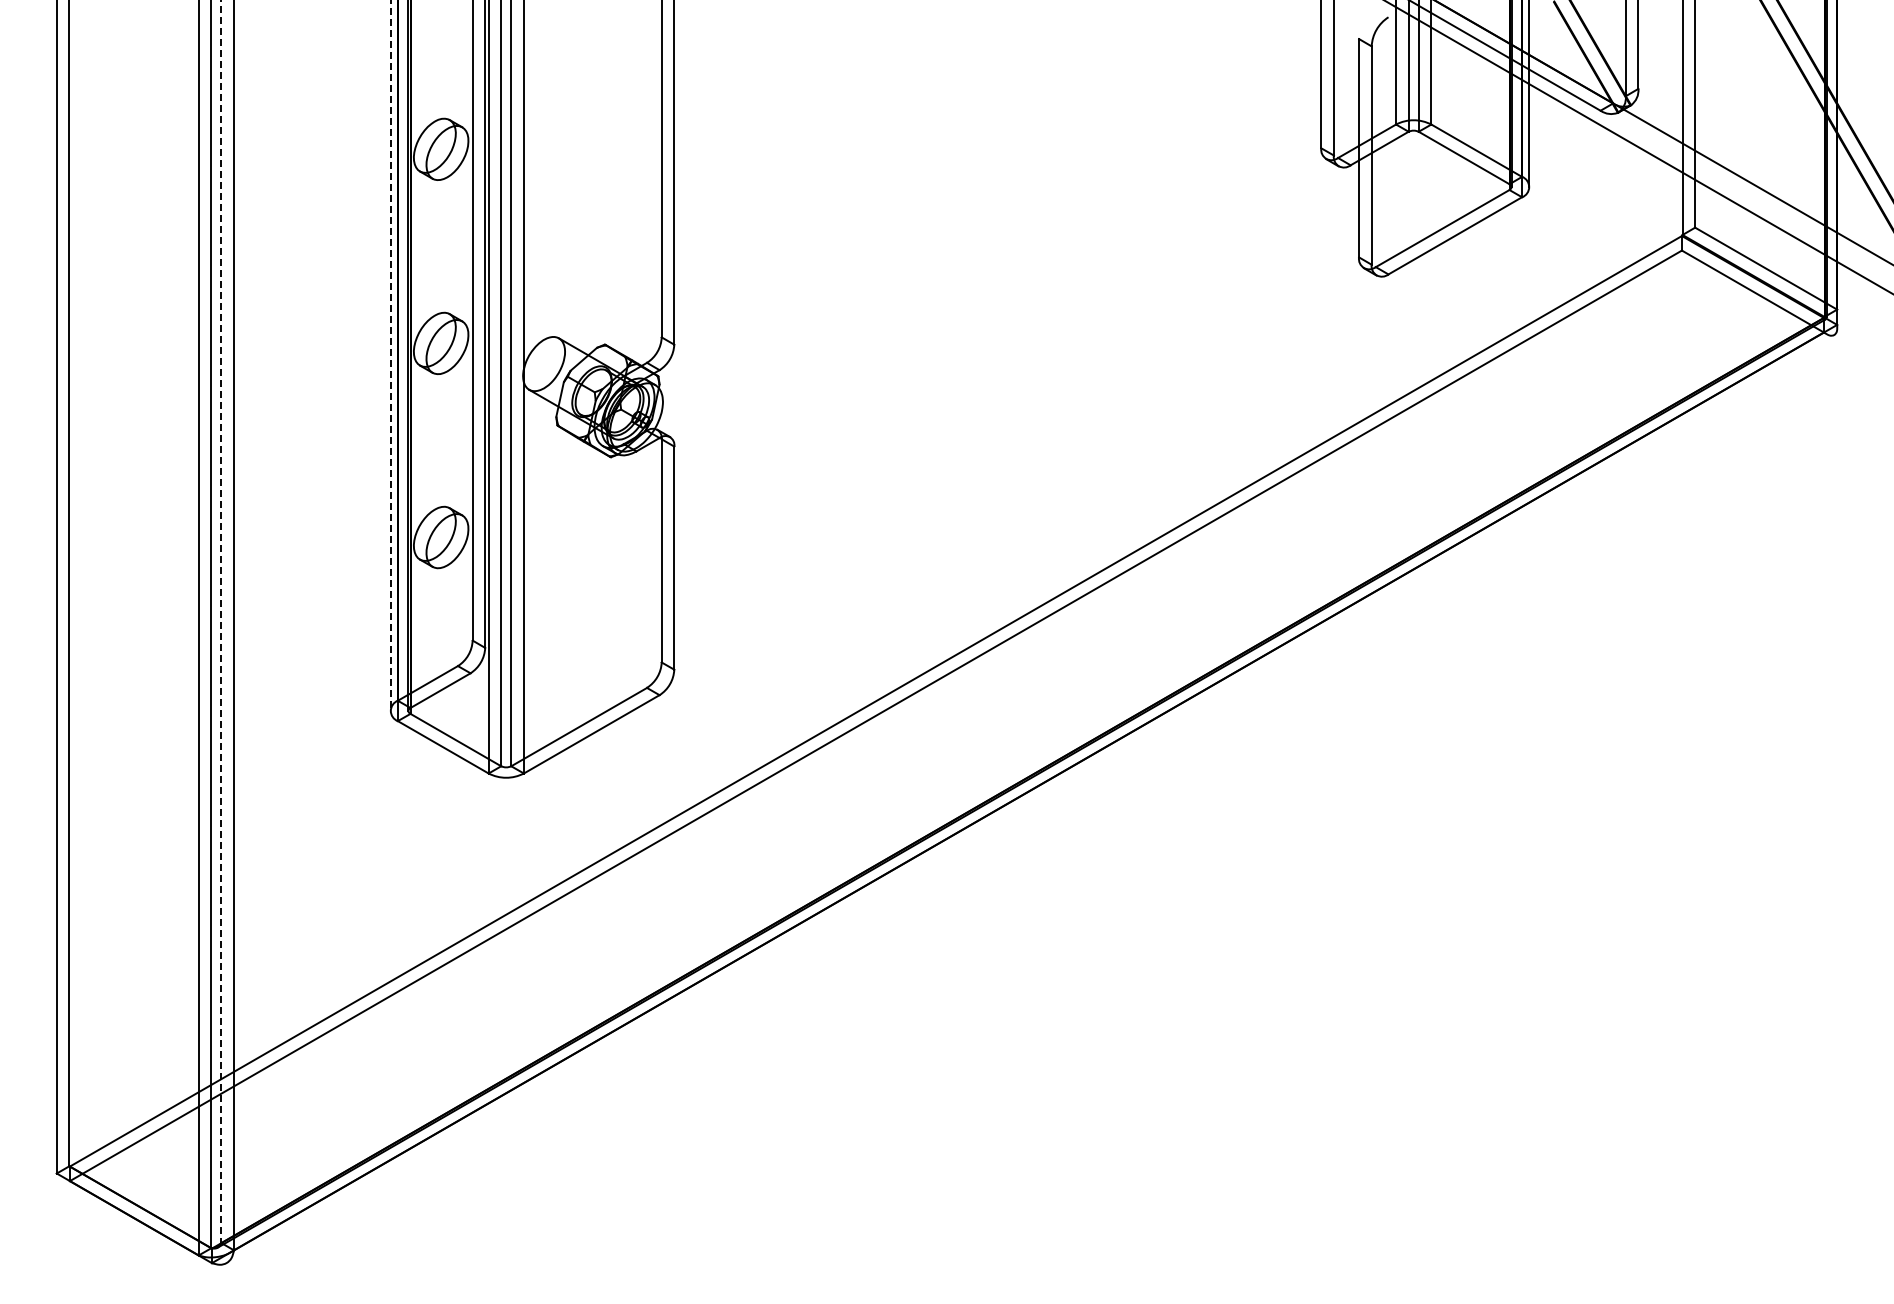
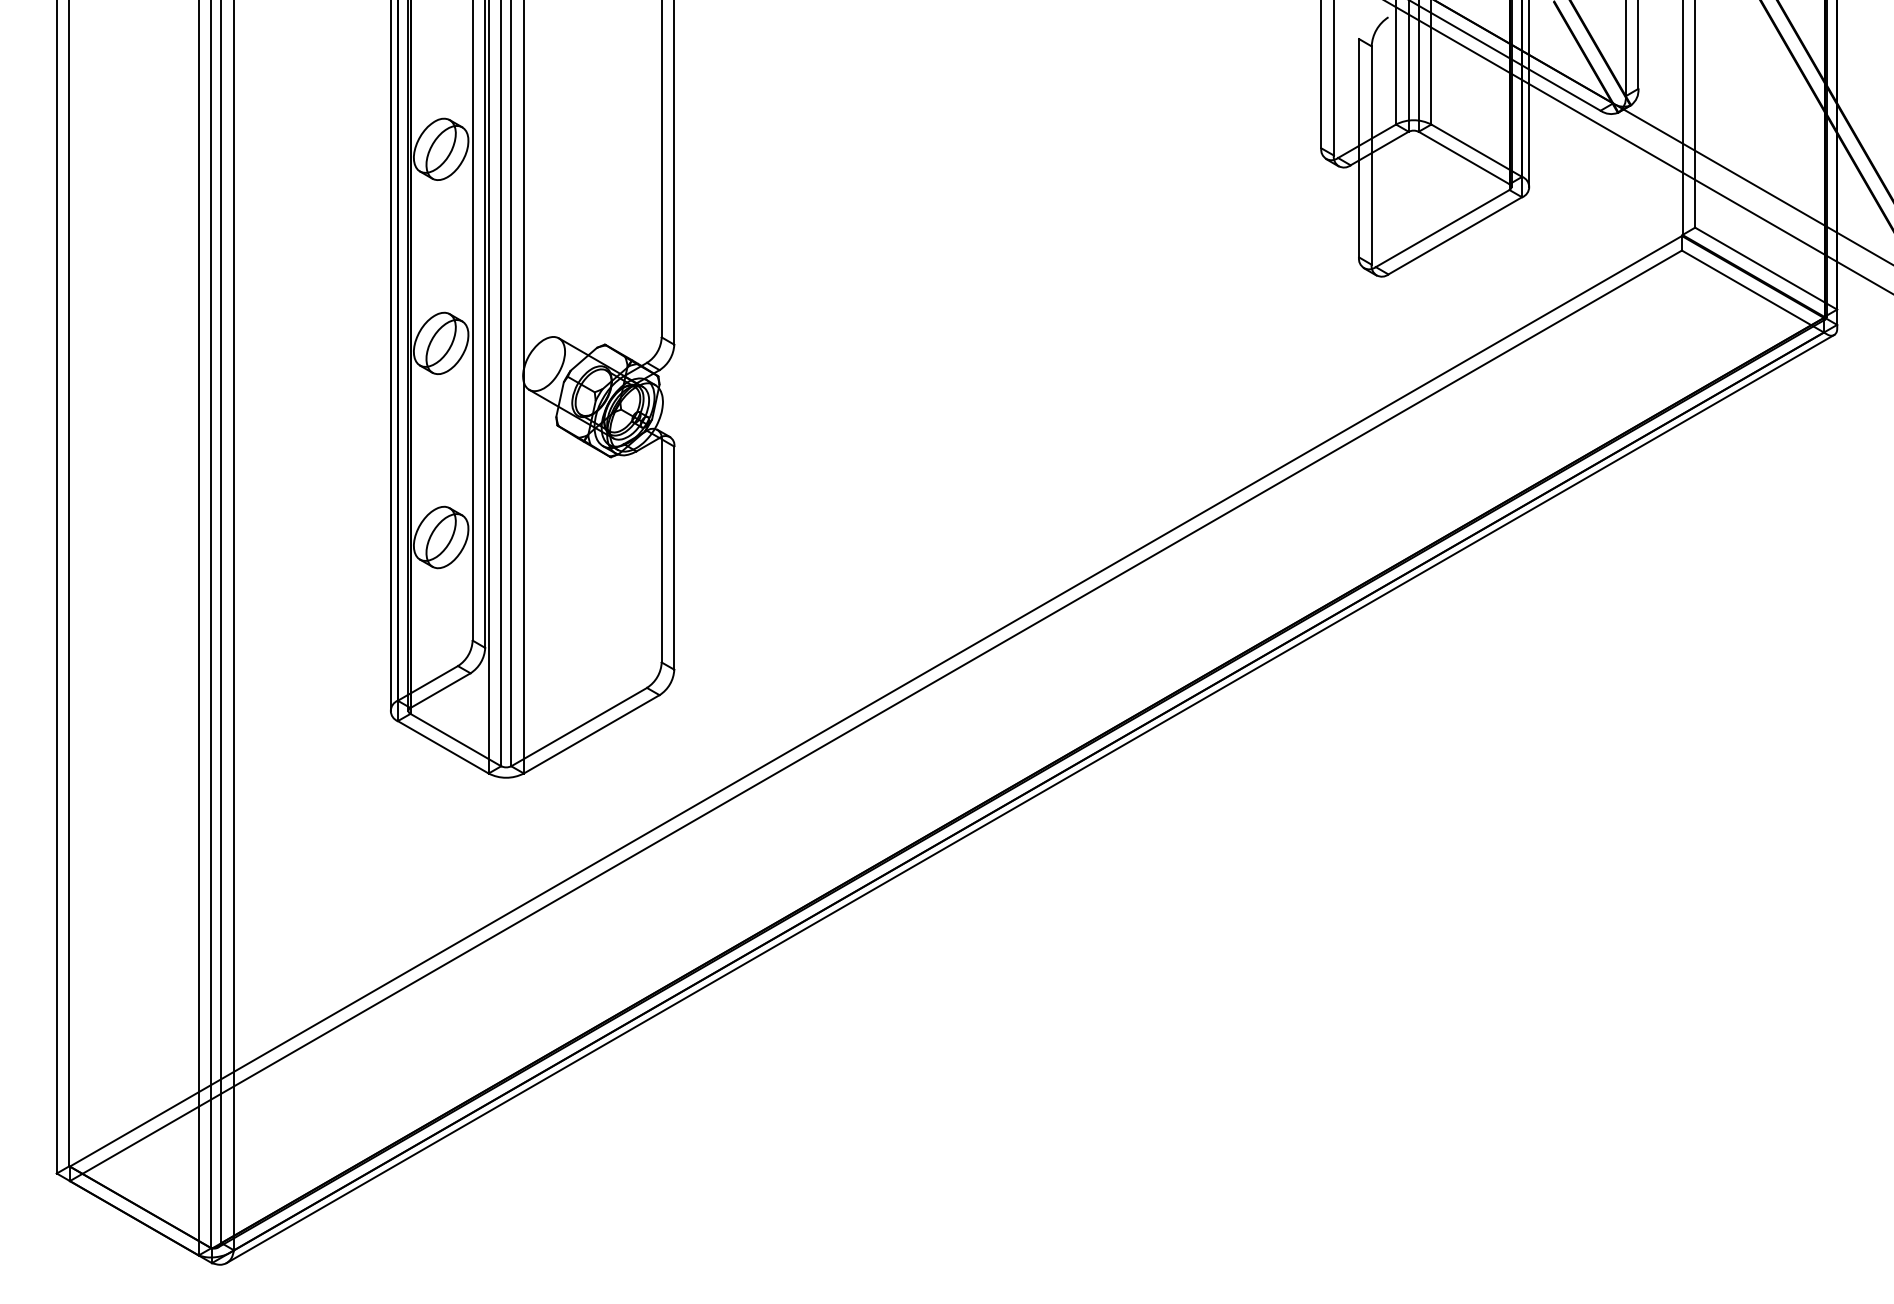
line at (390, 356): dashed -> solid
line at (221, 622): dashed -> solid
line at (1030, 799): none -> present
